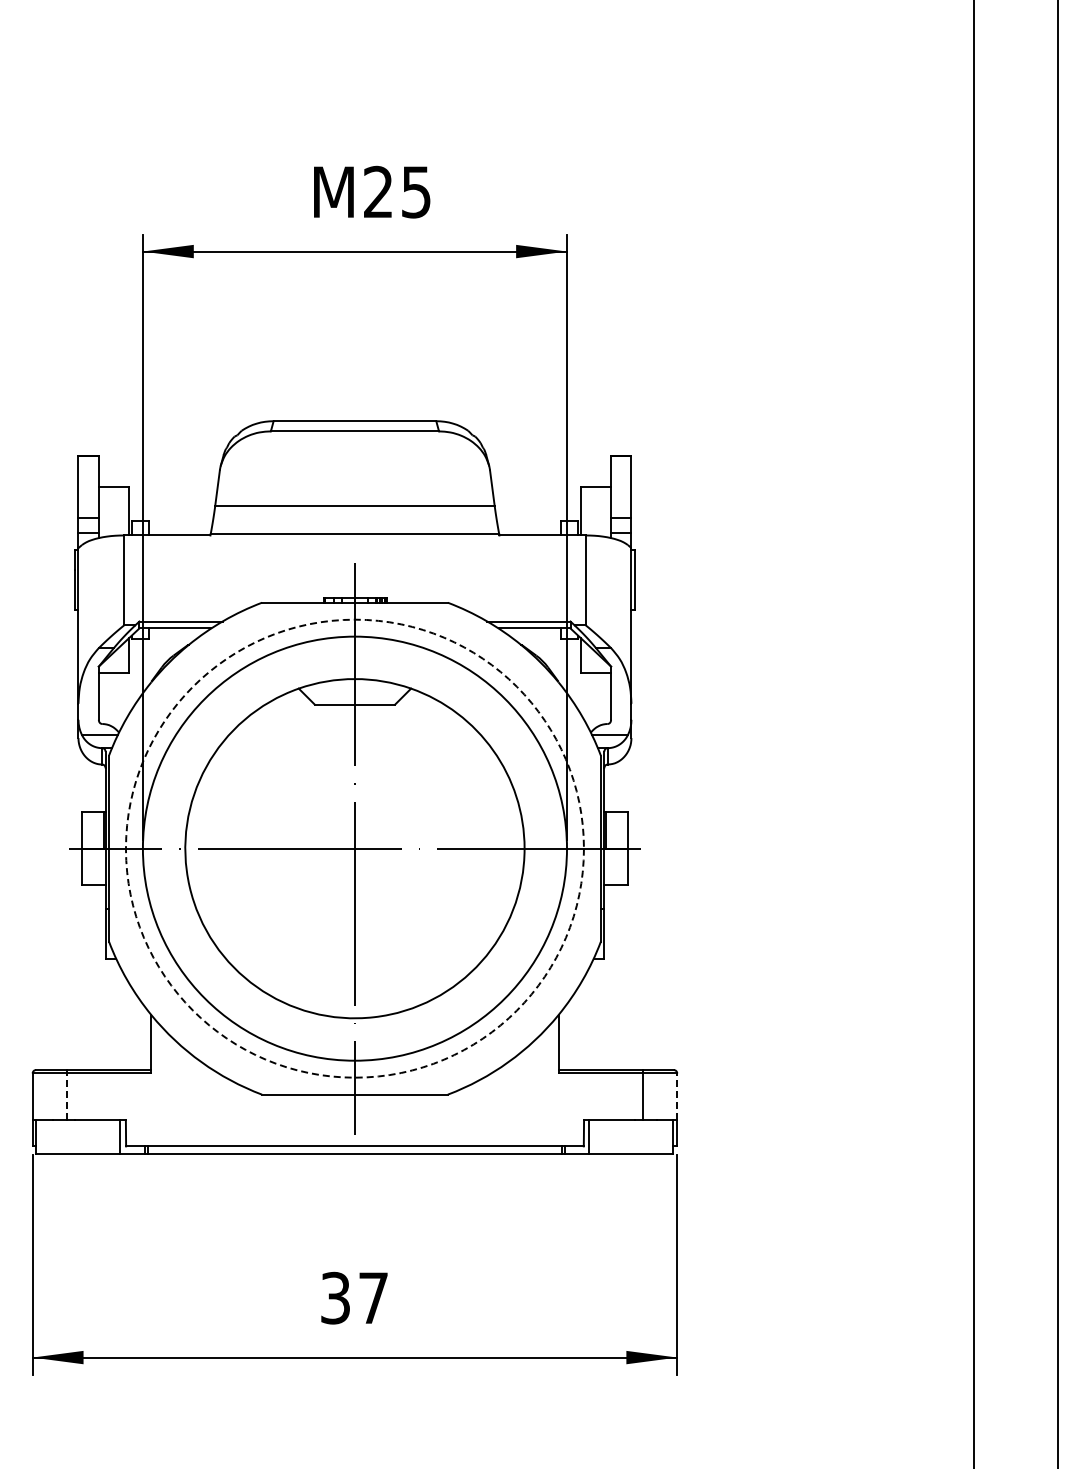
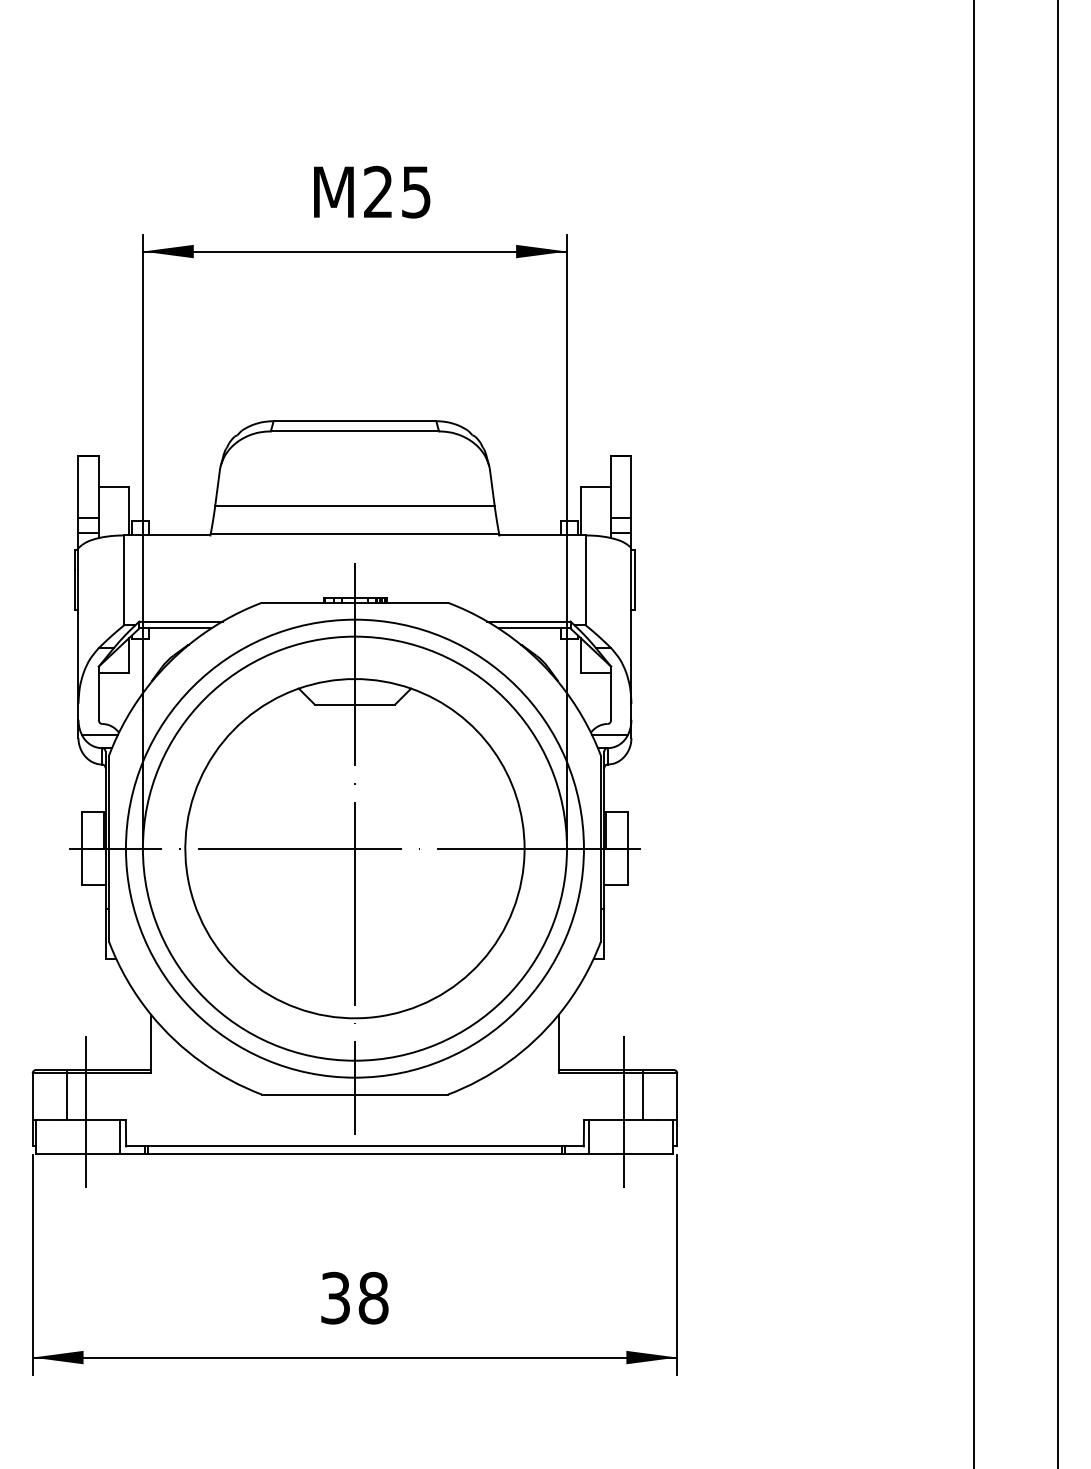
circle at (354, 848): dashed -> solid
line at (66, 1096): dashed -> solid
line at (677, 1096): dashed -> solid
line at (85, 1111): none -> present
line at (624, 1111): none -> present
text at (373, 1297): 37 -> 38
